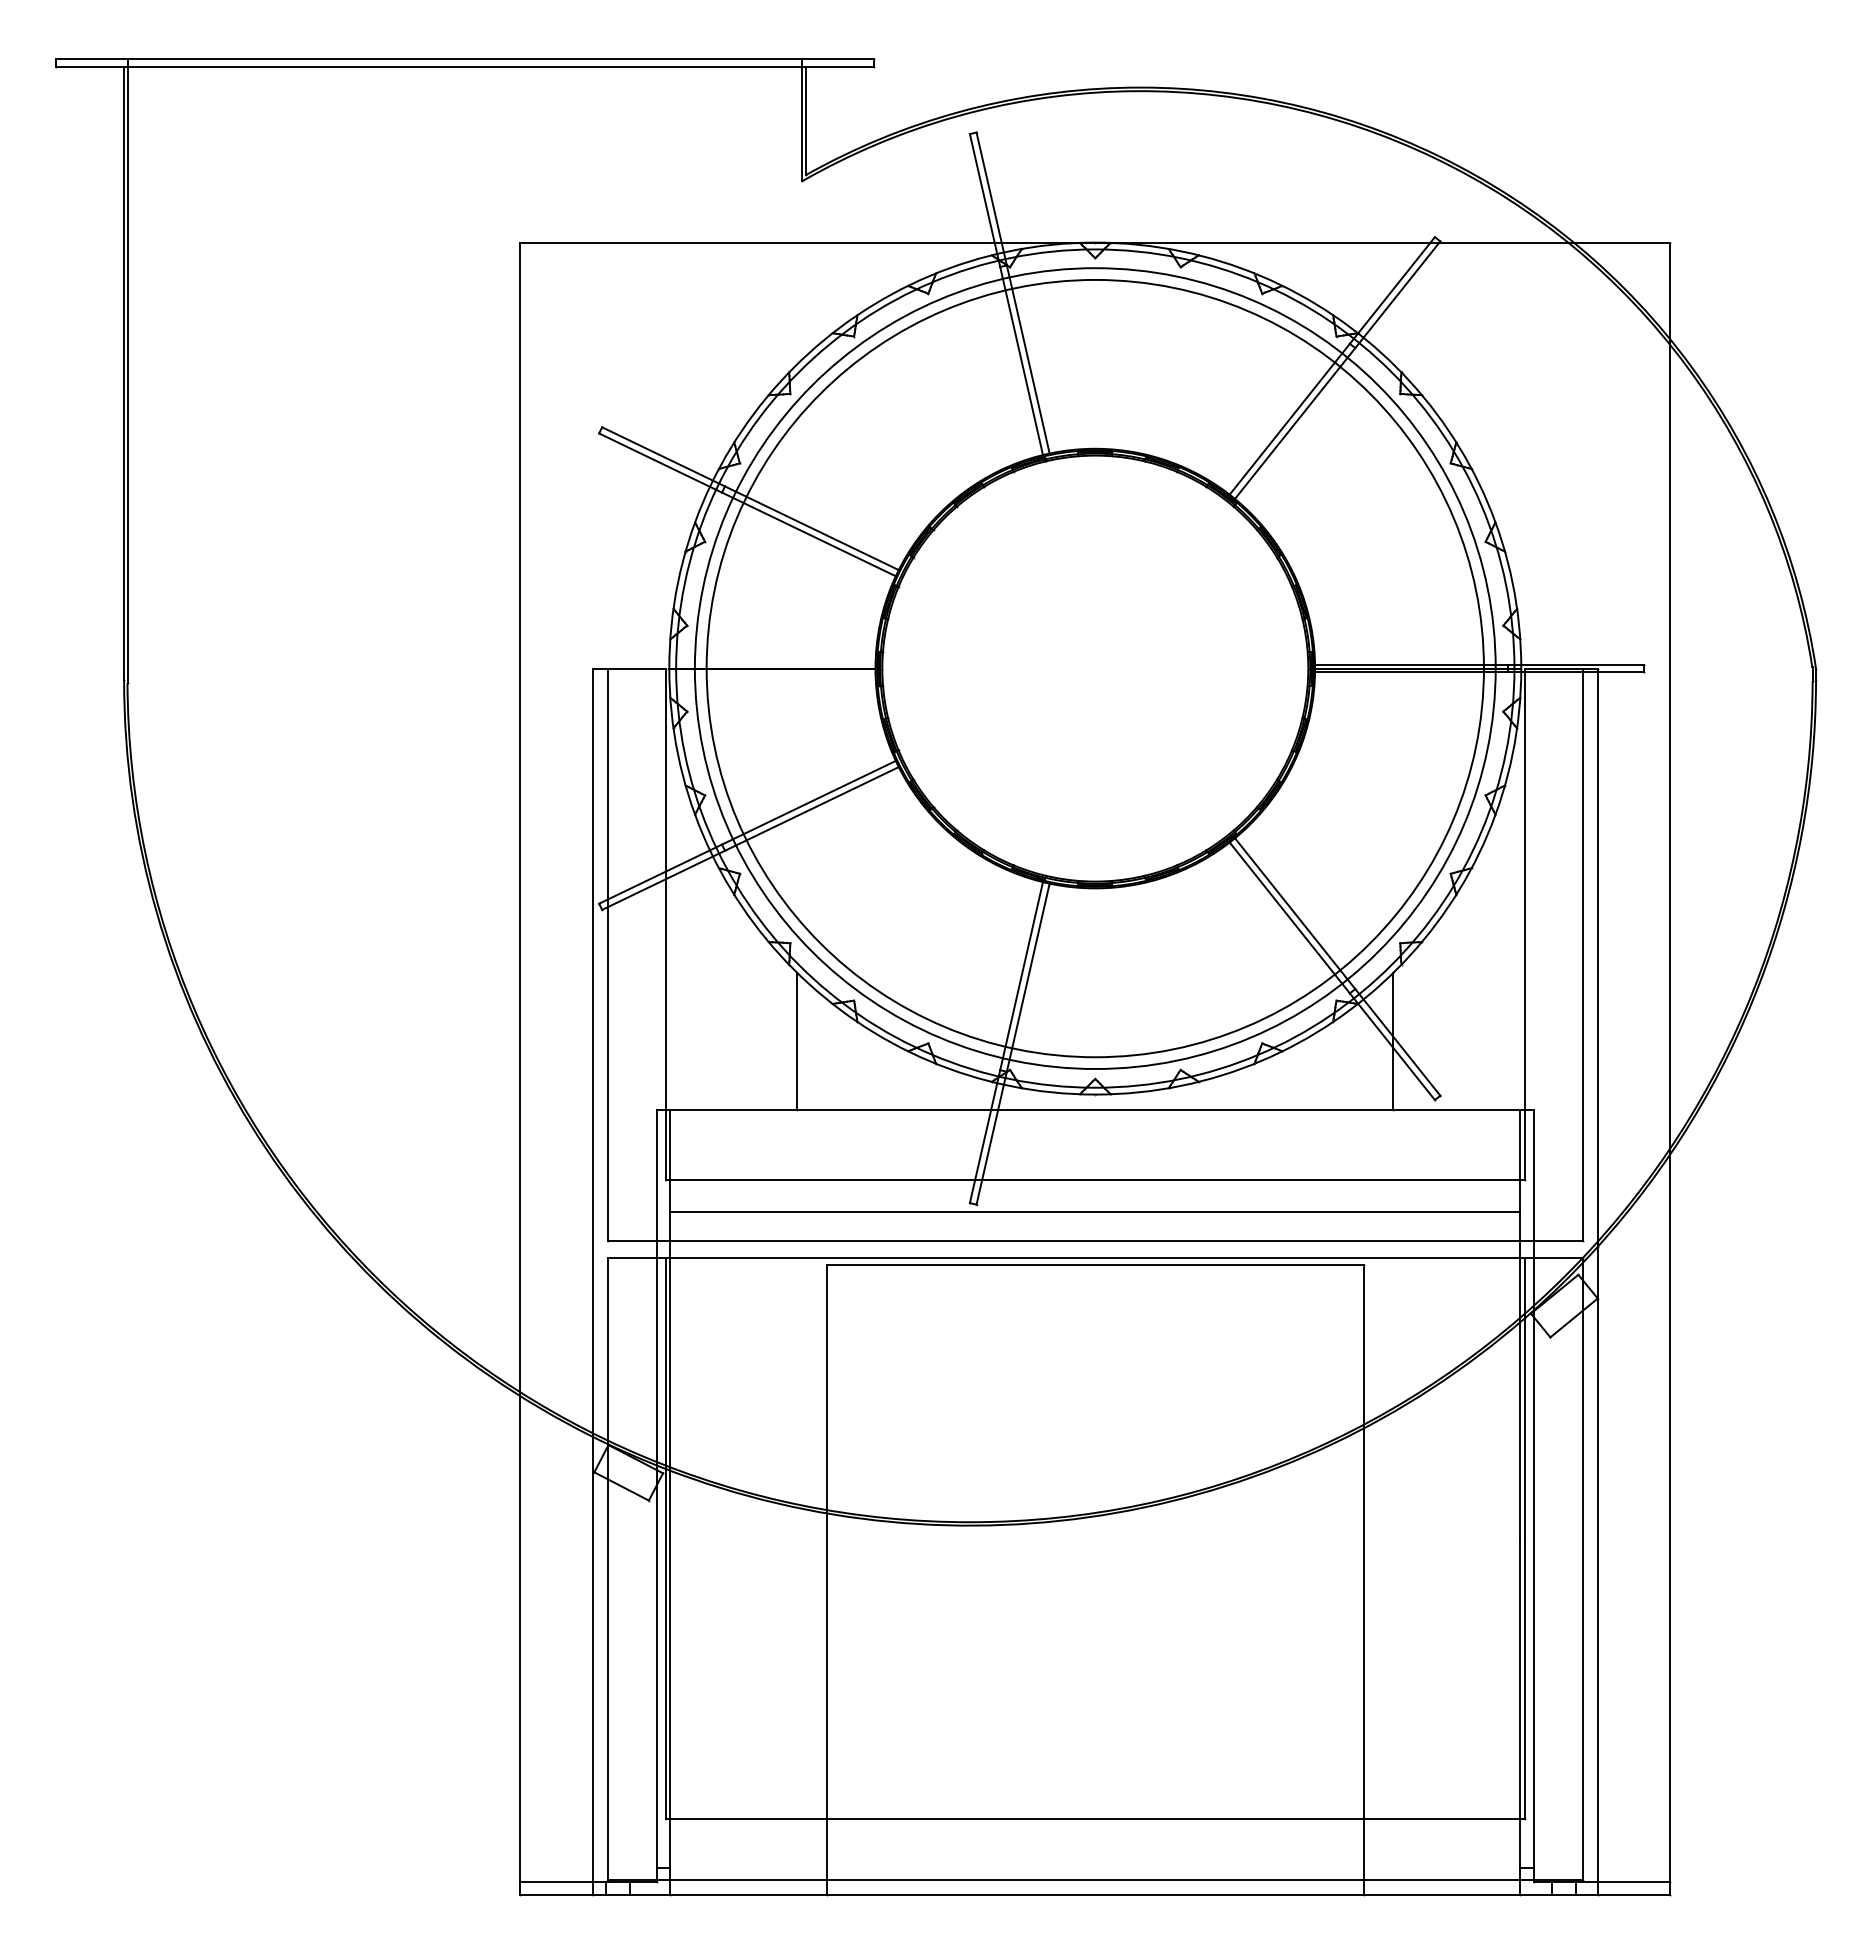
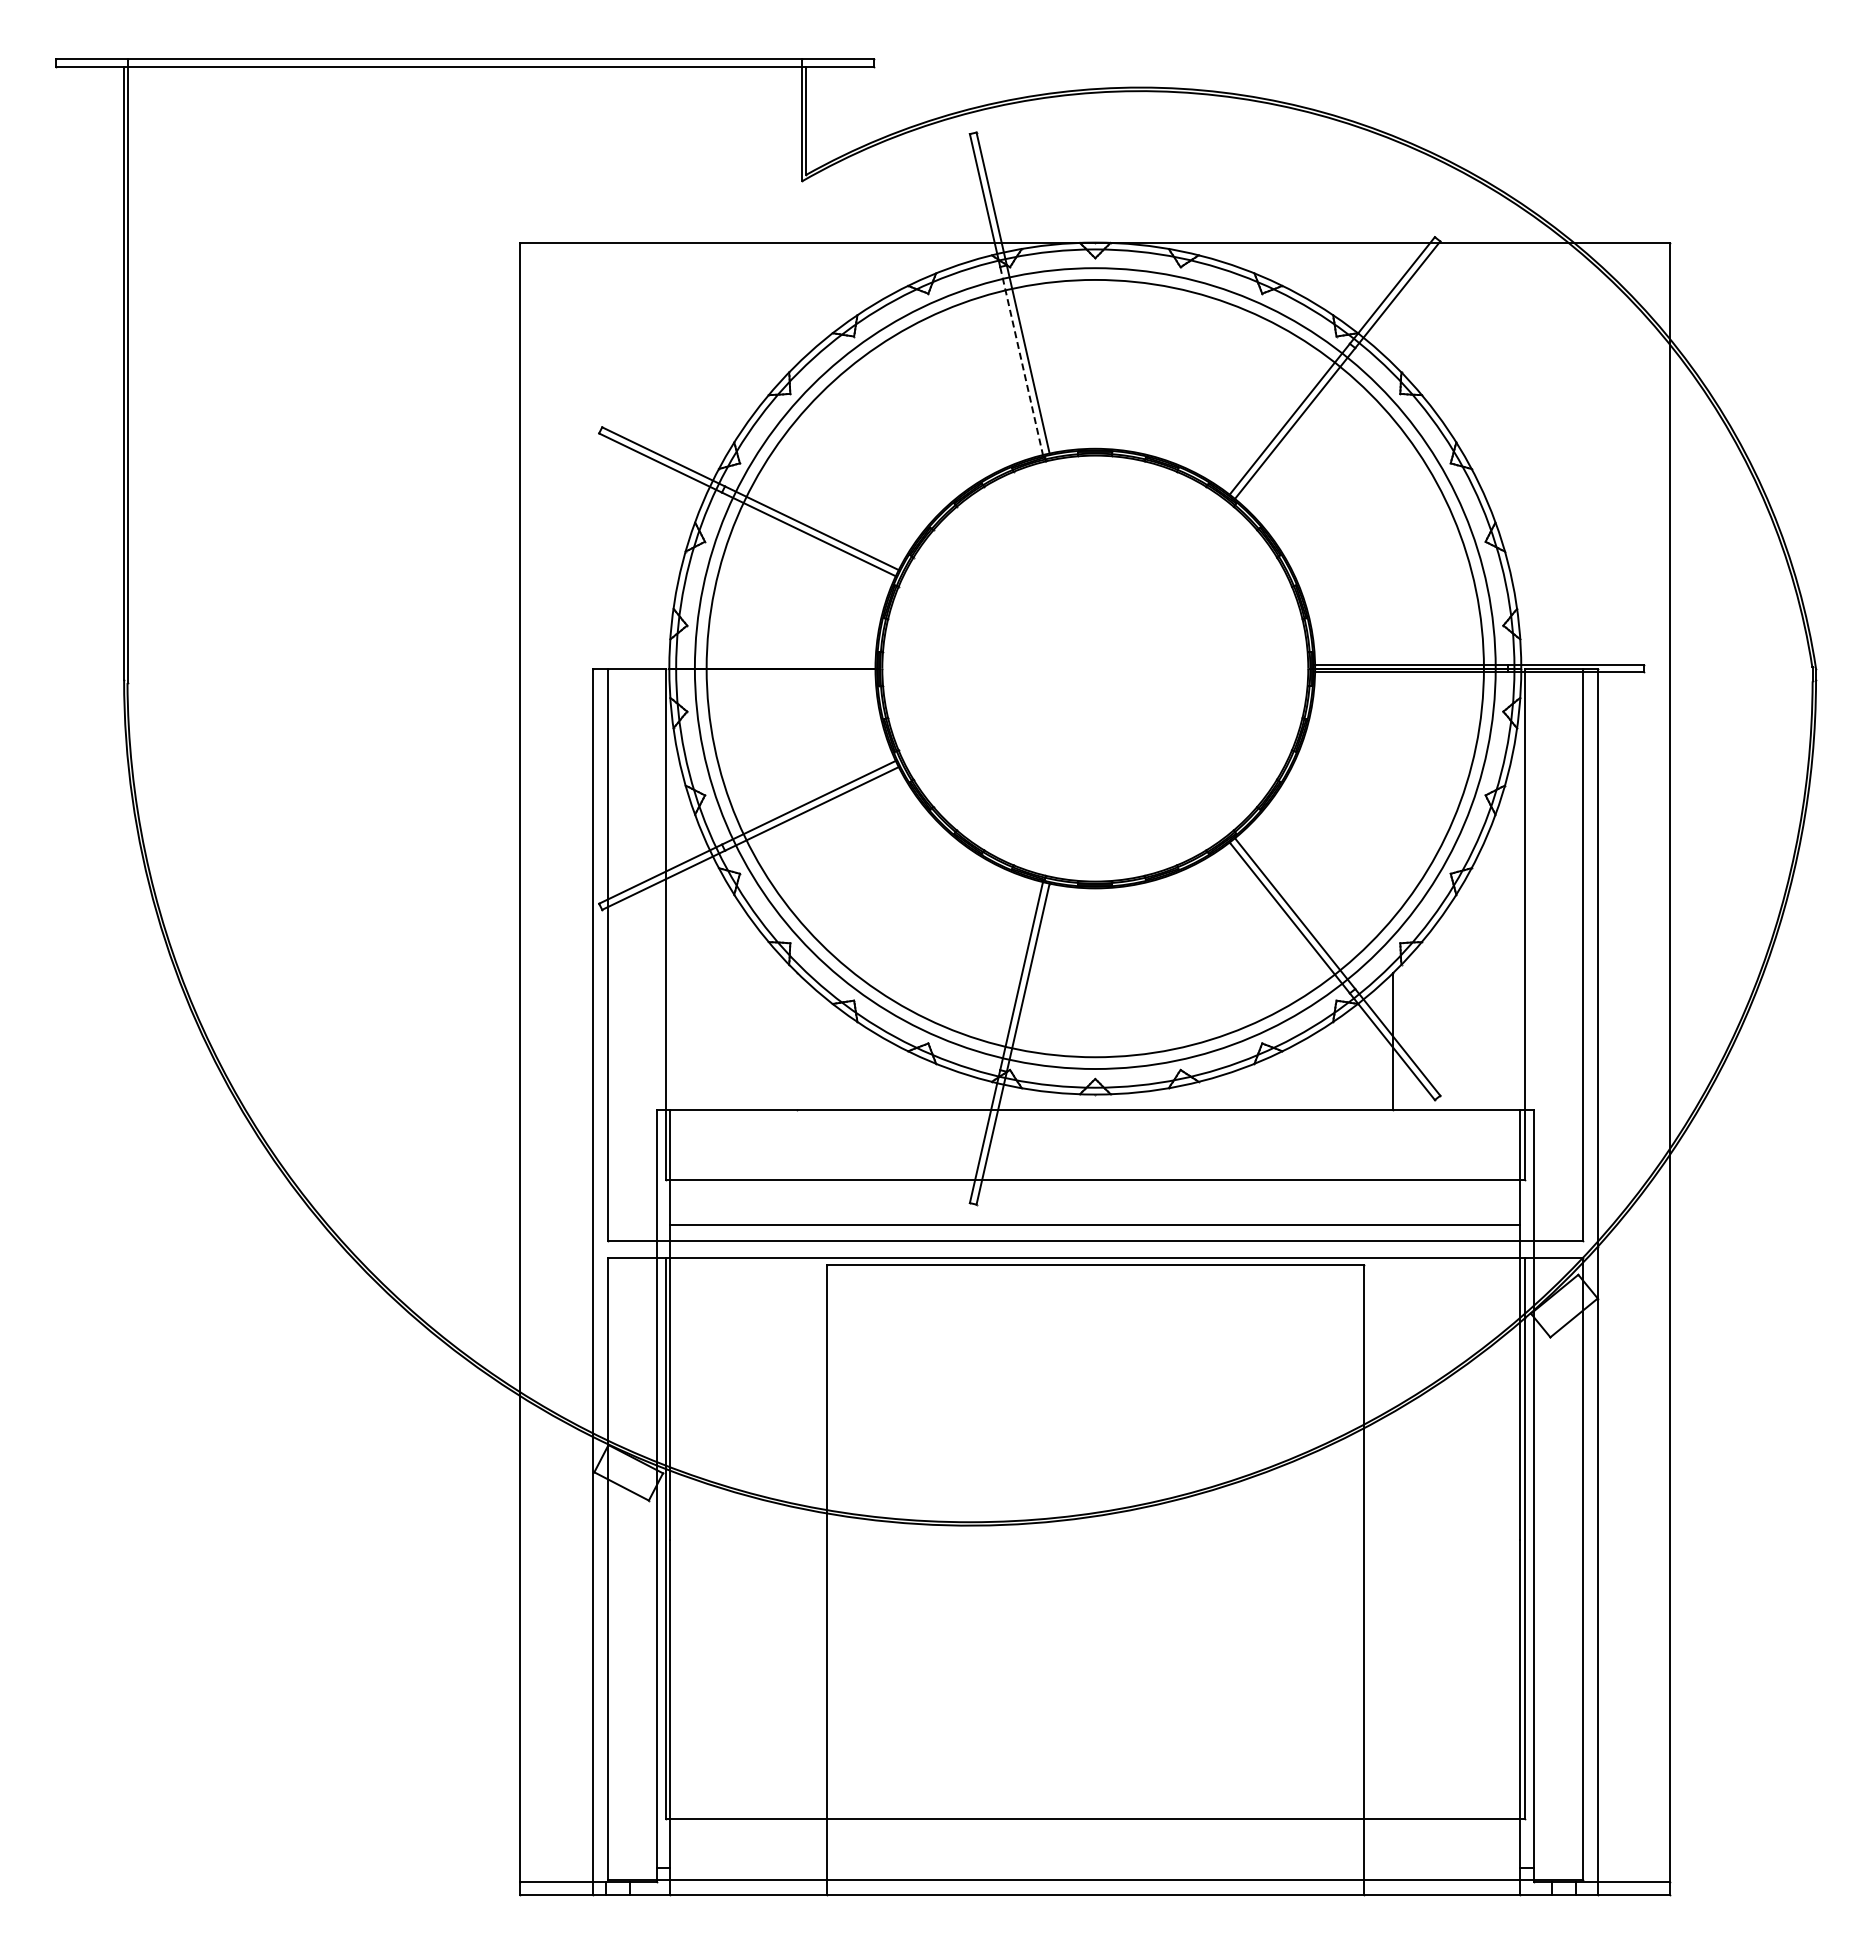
line at (1021, 361): solid -> dashed
line at (797, 1040): present -> none
line at (1095, 1212) position: (1095, 1212) -> (1095, 1225)
